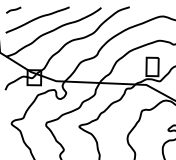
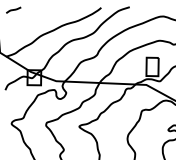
curve at (37, 19): present -> none
